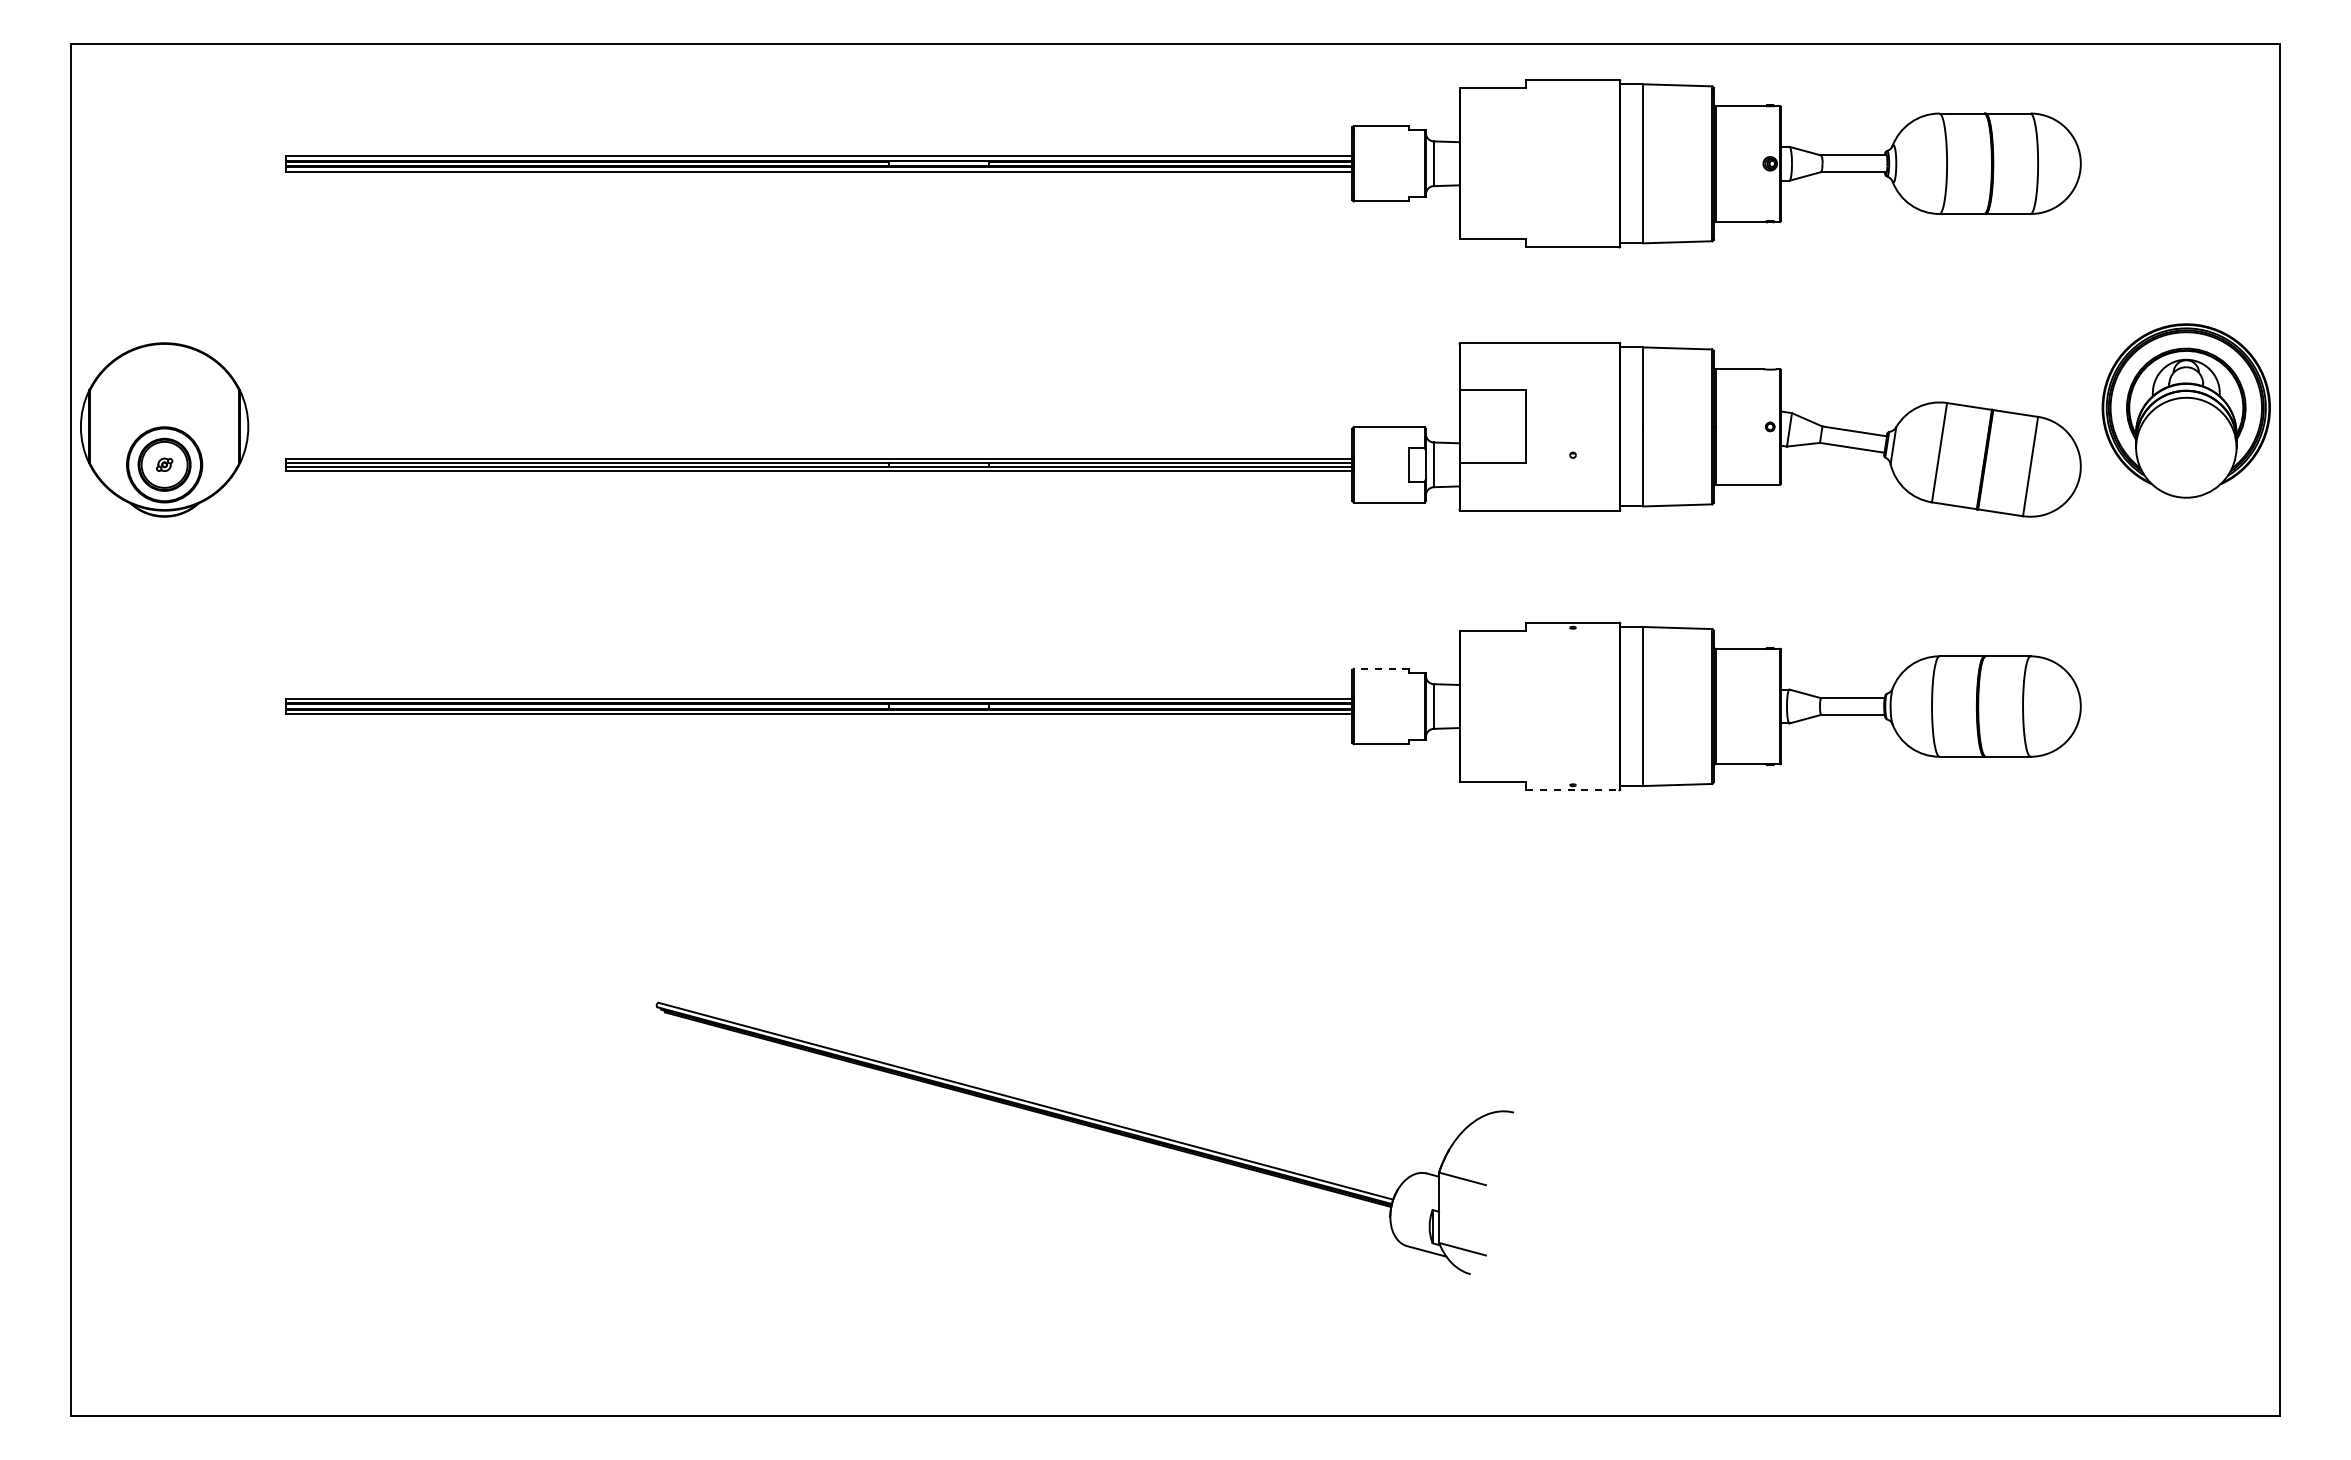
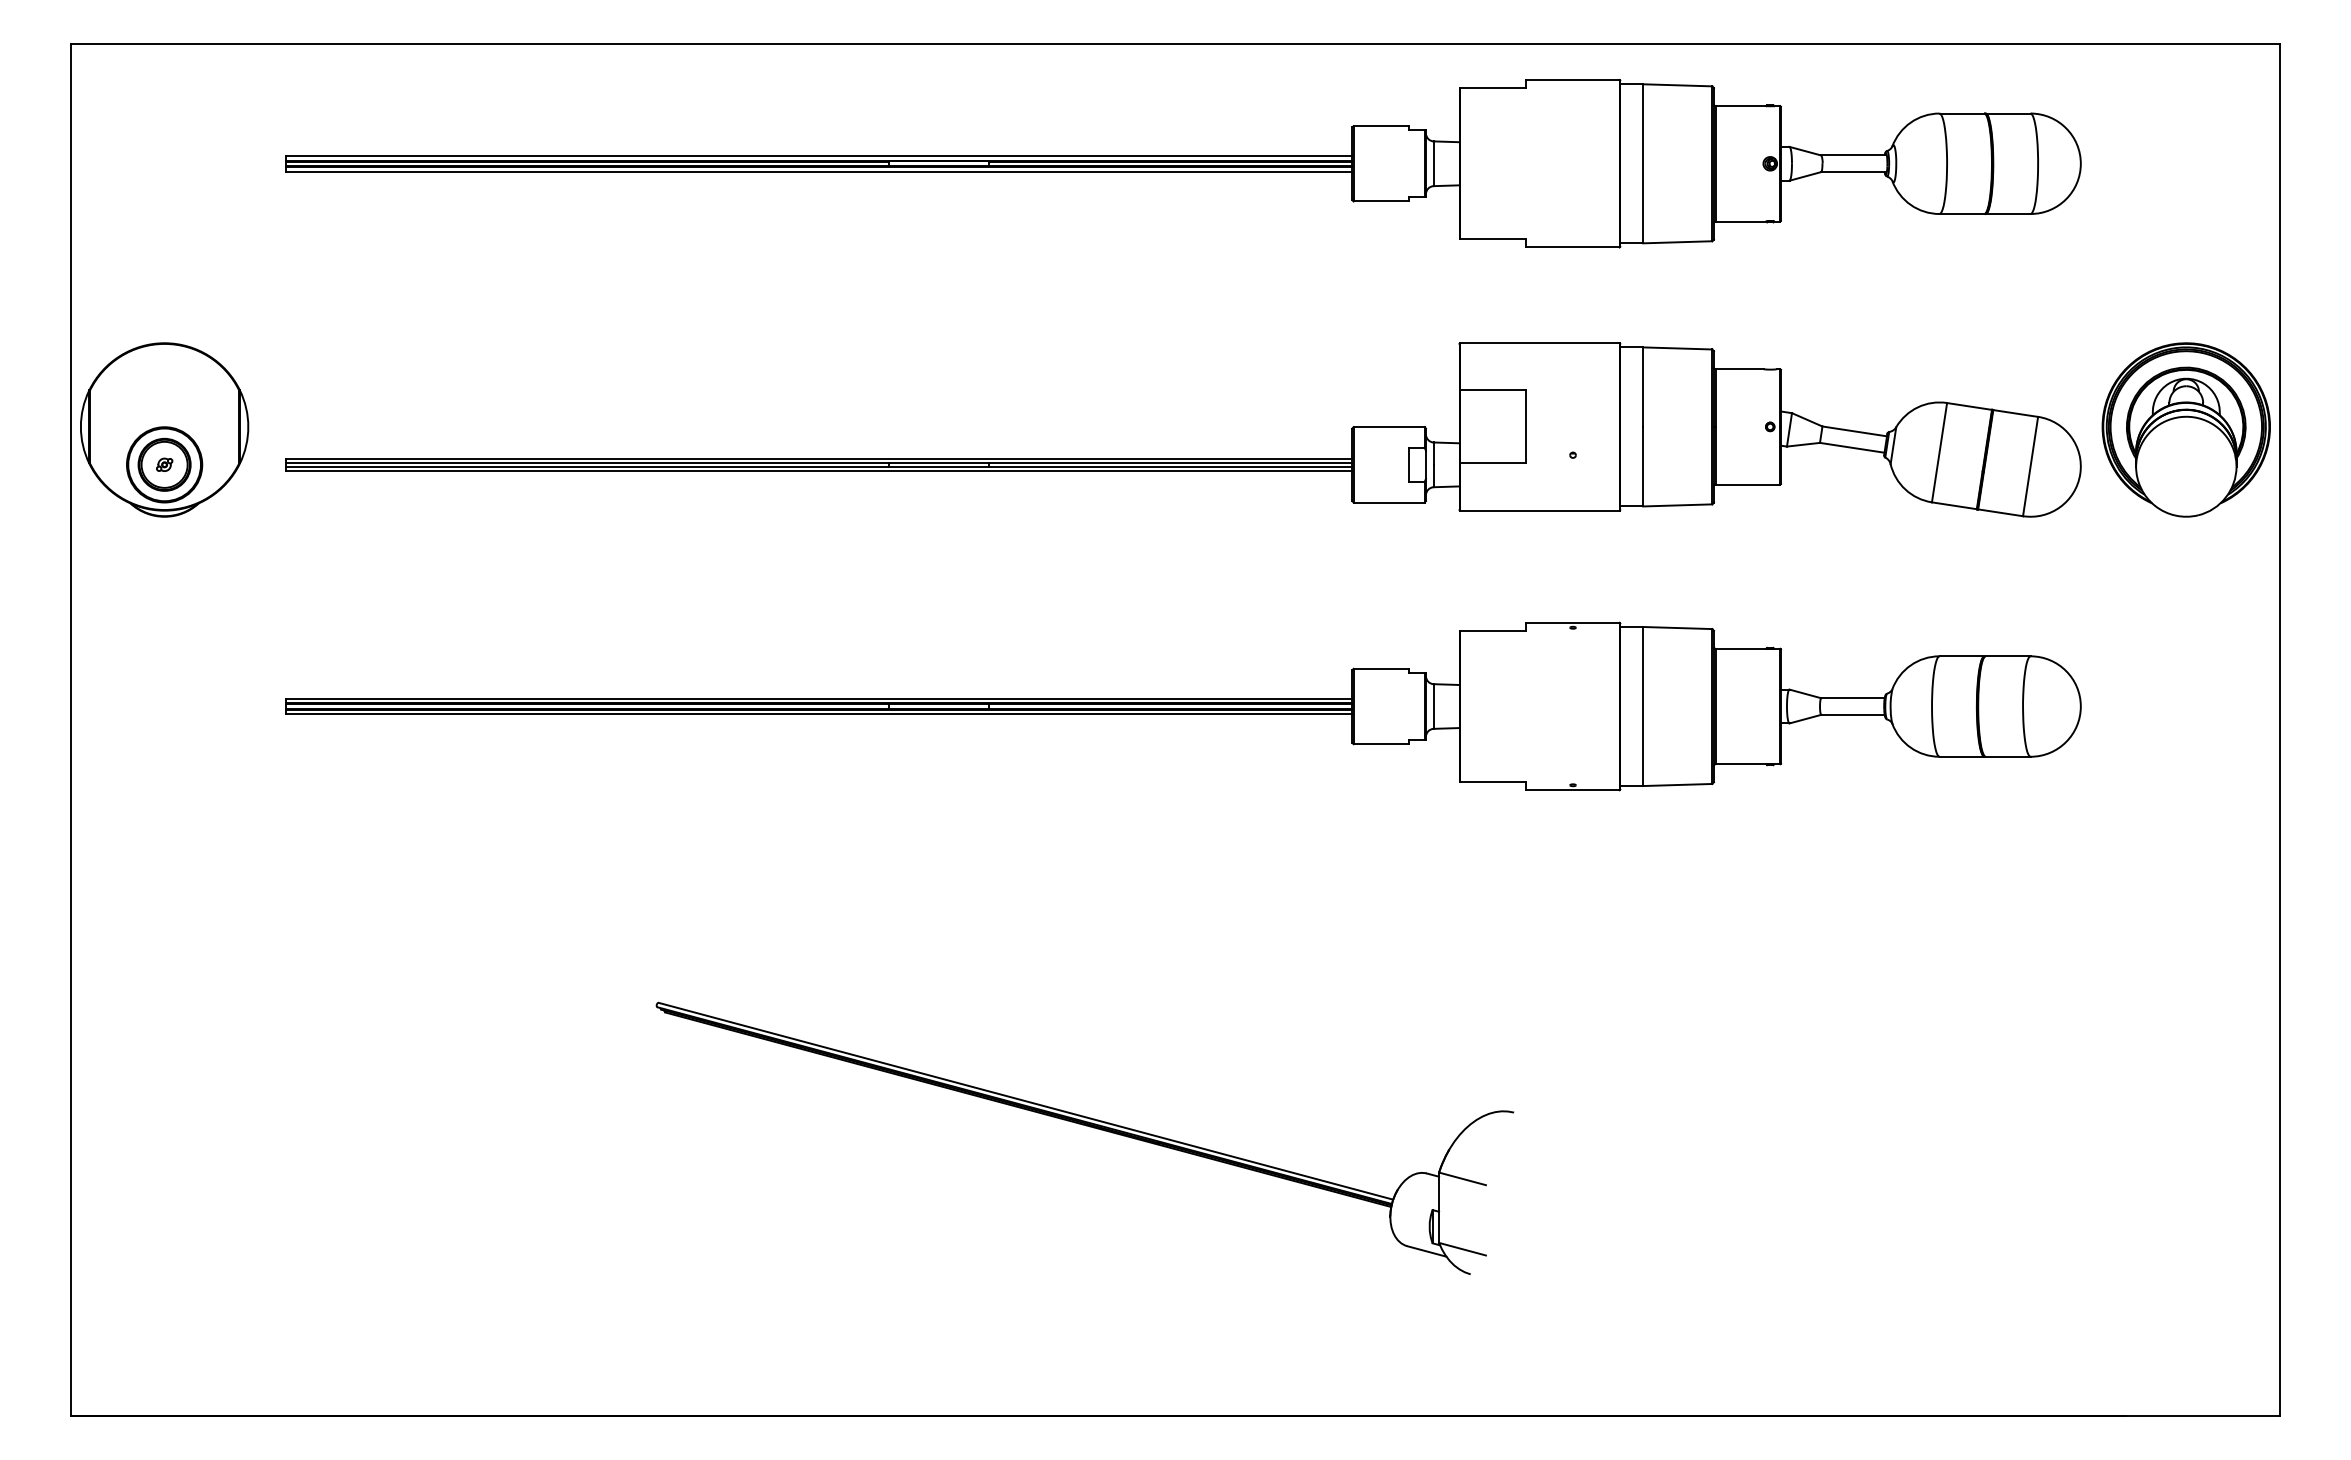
part at (2185, 410) position: (2185, 410) -> (2185, 429)
line at (1381, 668): dashed -> solid
line at (1573, 790): dashed -> solid
